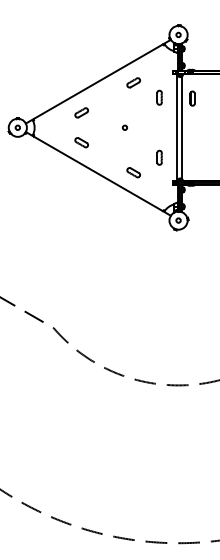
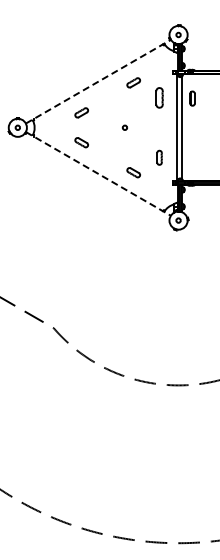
line at (98, 81): solid -> dashed
part at (159, 97) size: 7x17 px -> 9x22 px
line at (98, 173): solid -> dashed
